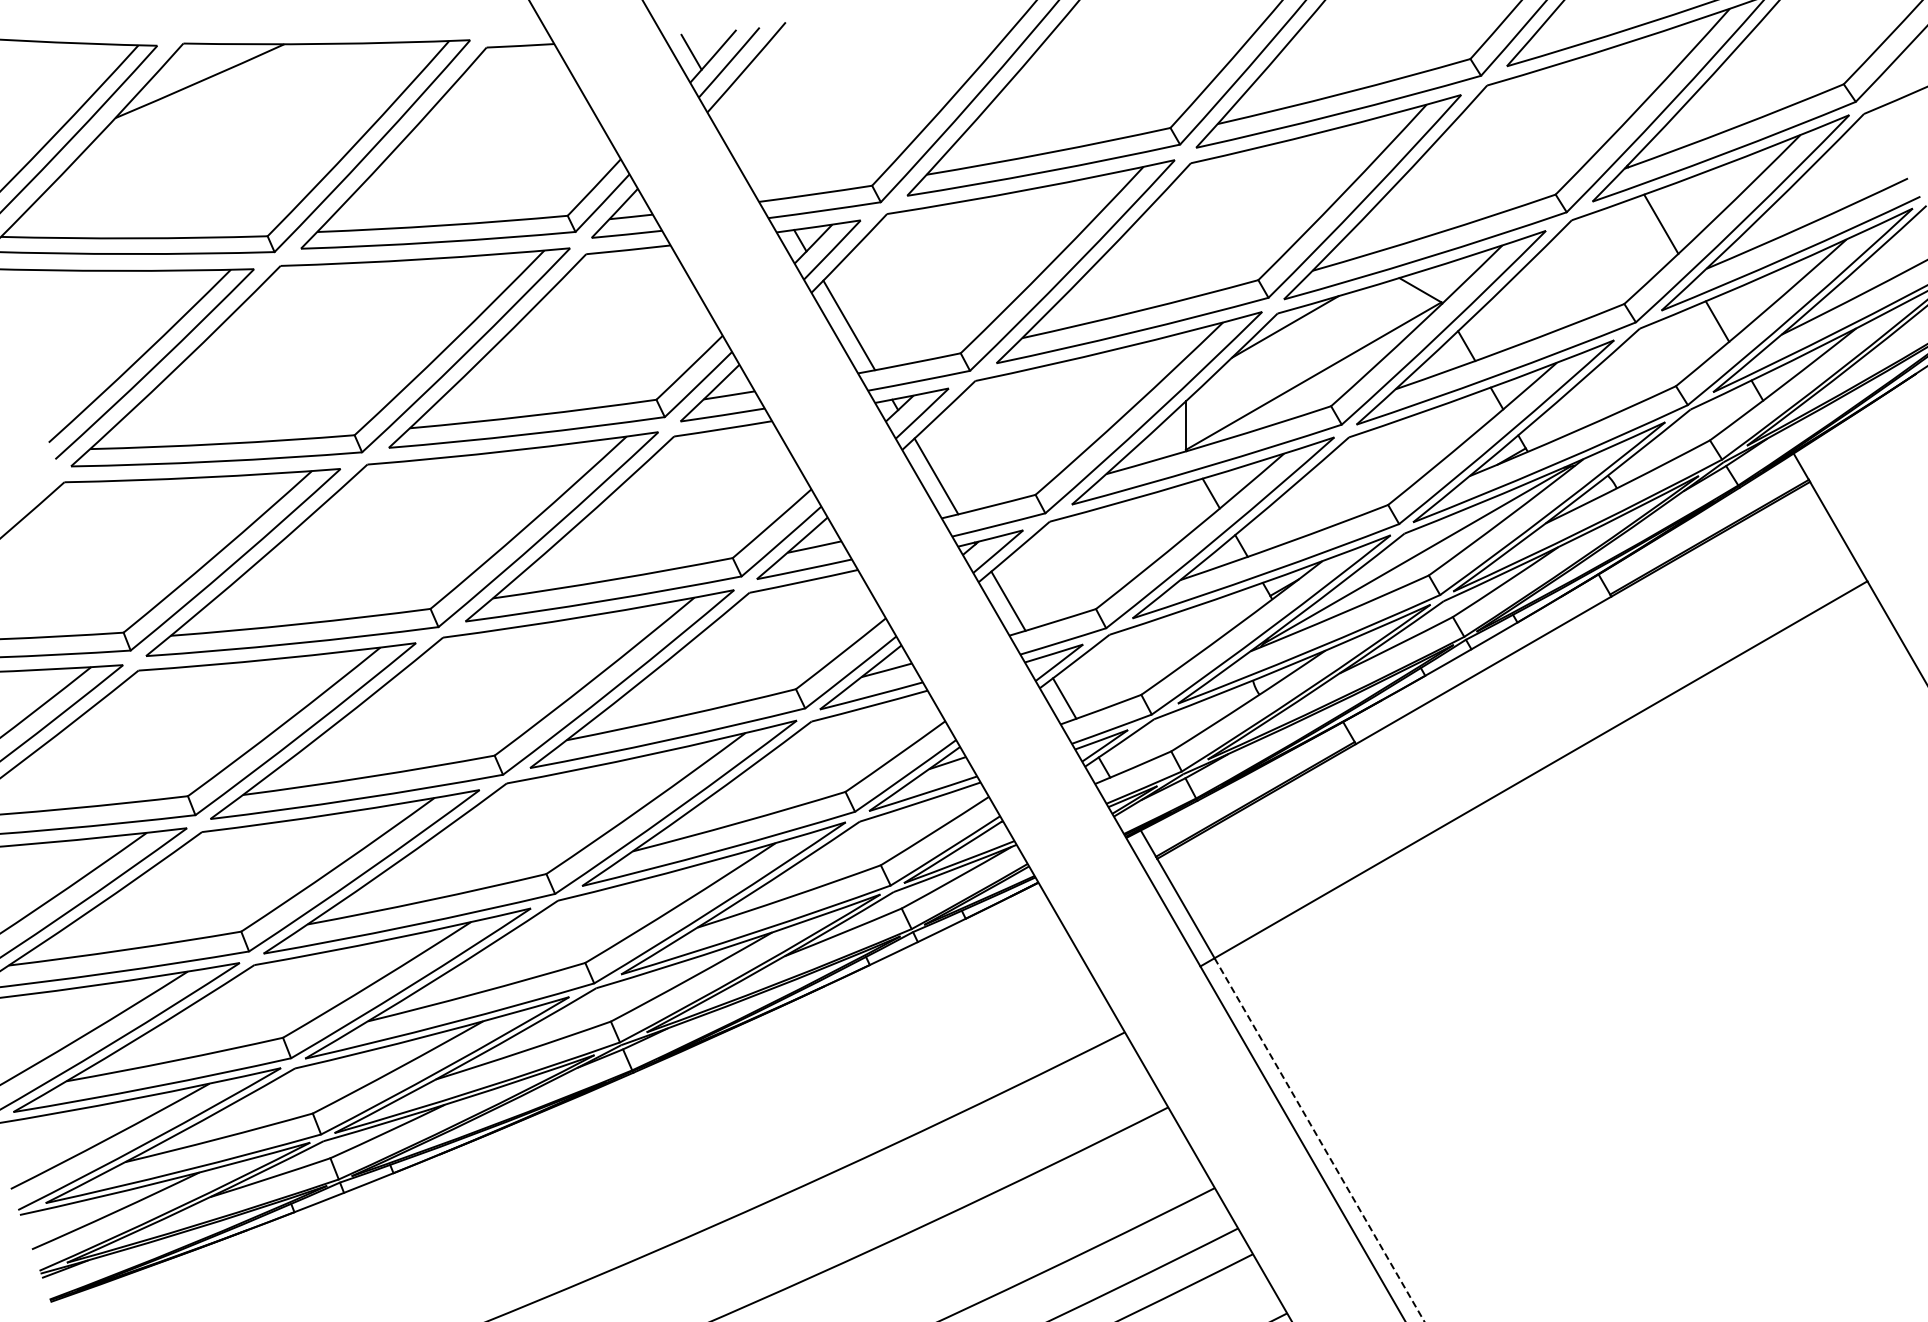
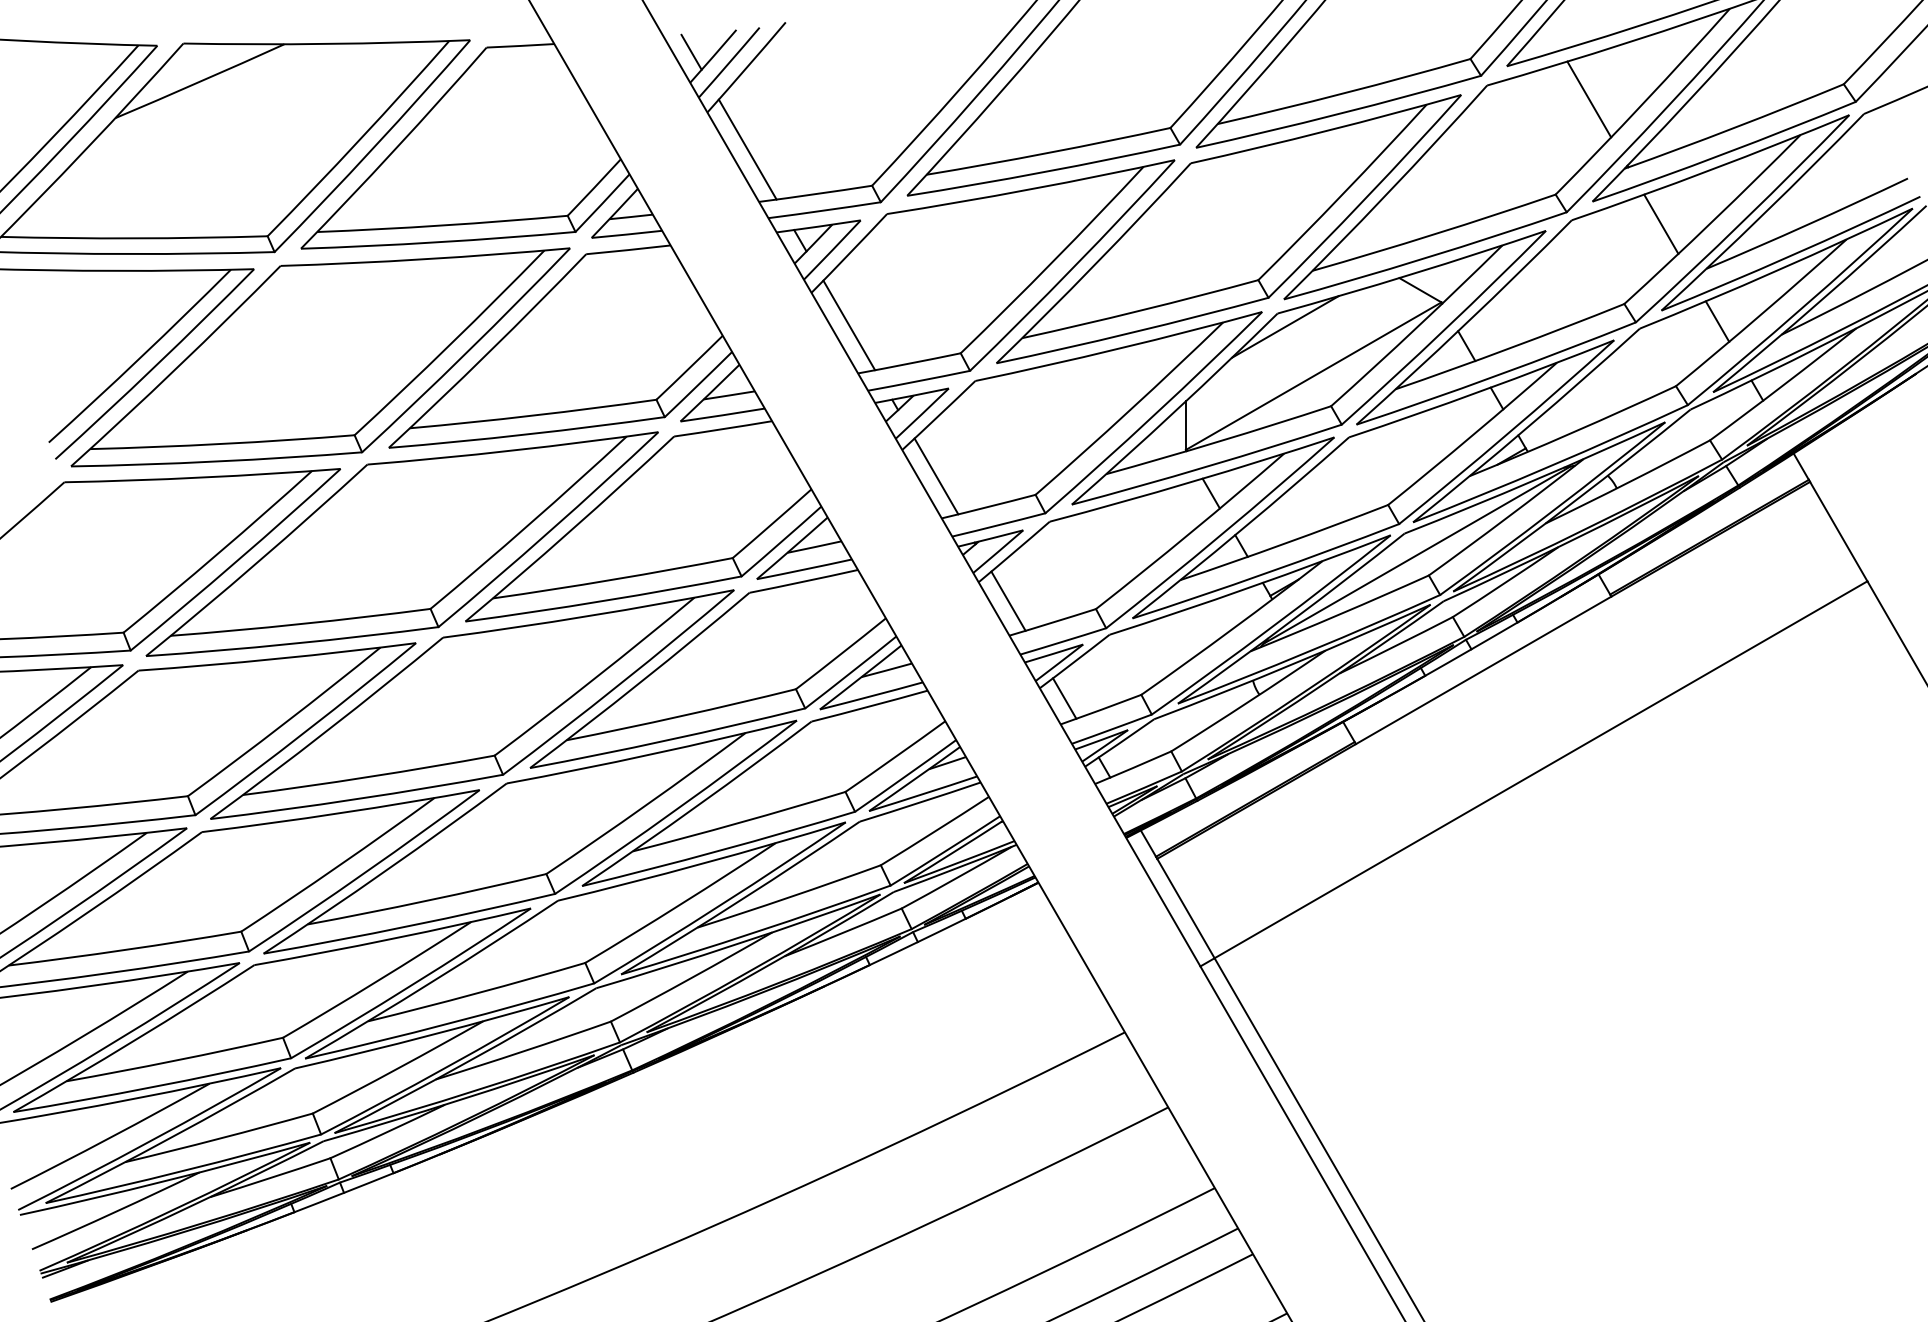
line at (1589, 99): none -> present
line at (747, 149): none -> present
line at (1319, 1140): dashed -> solid
